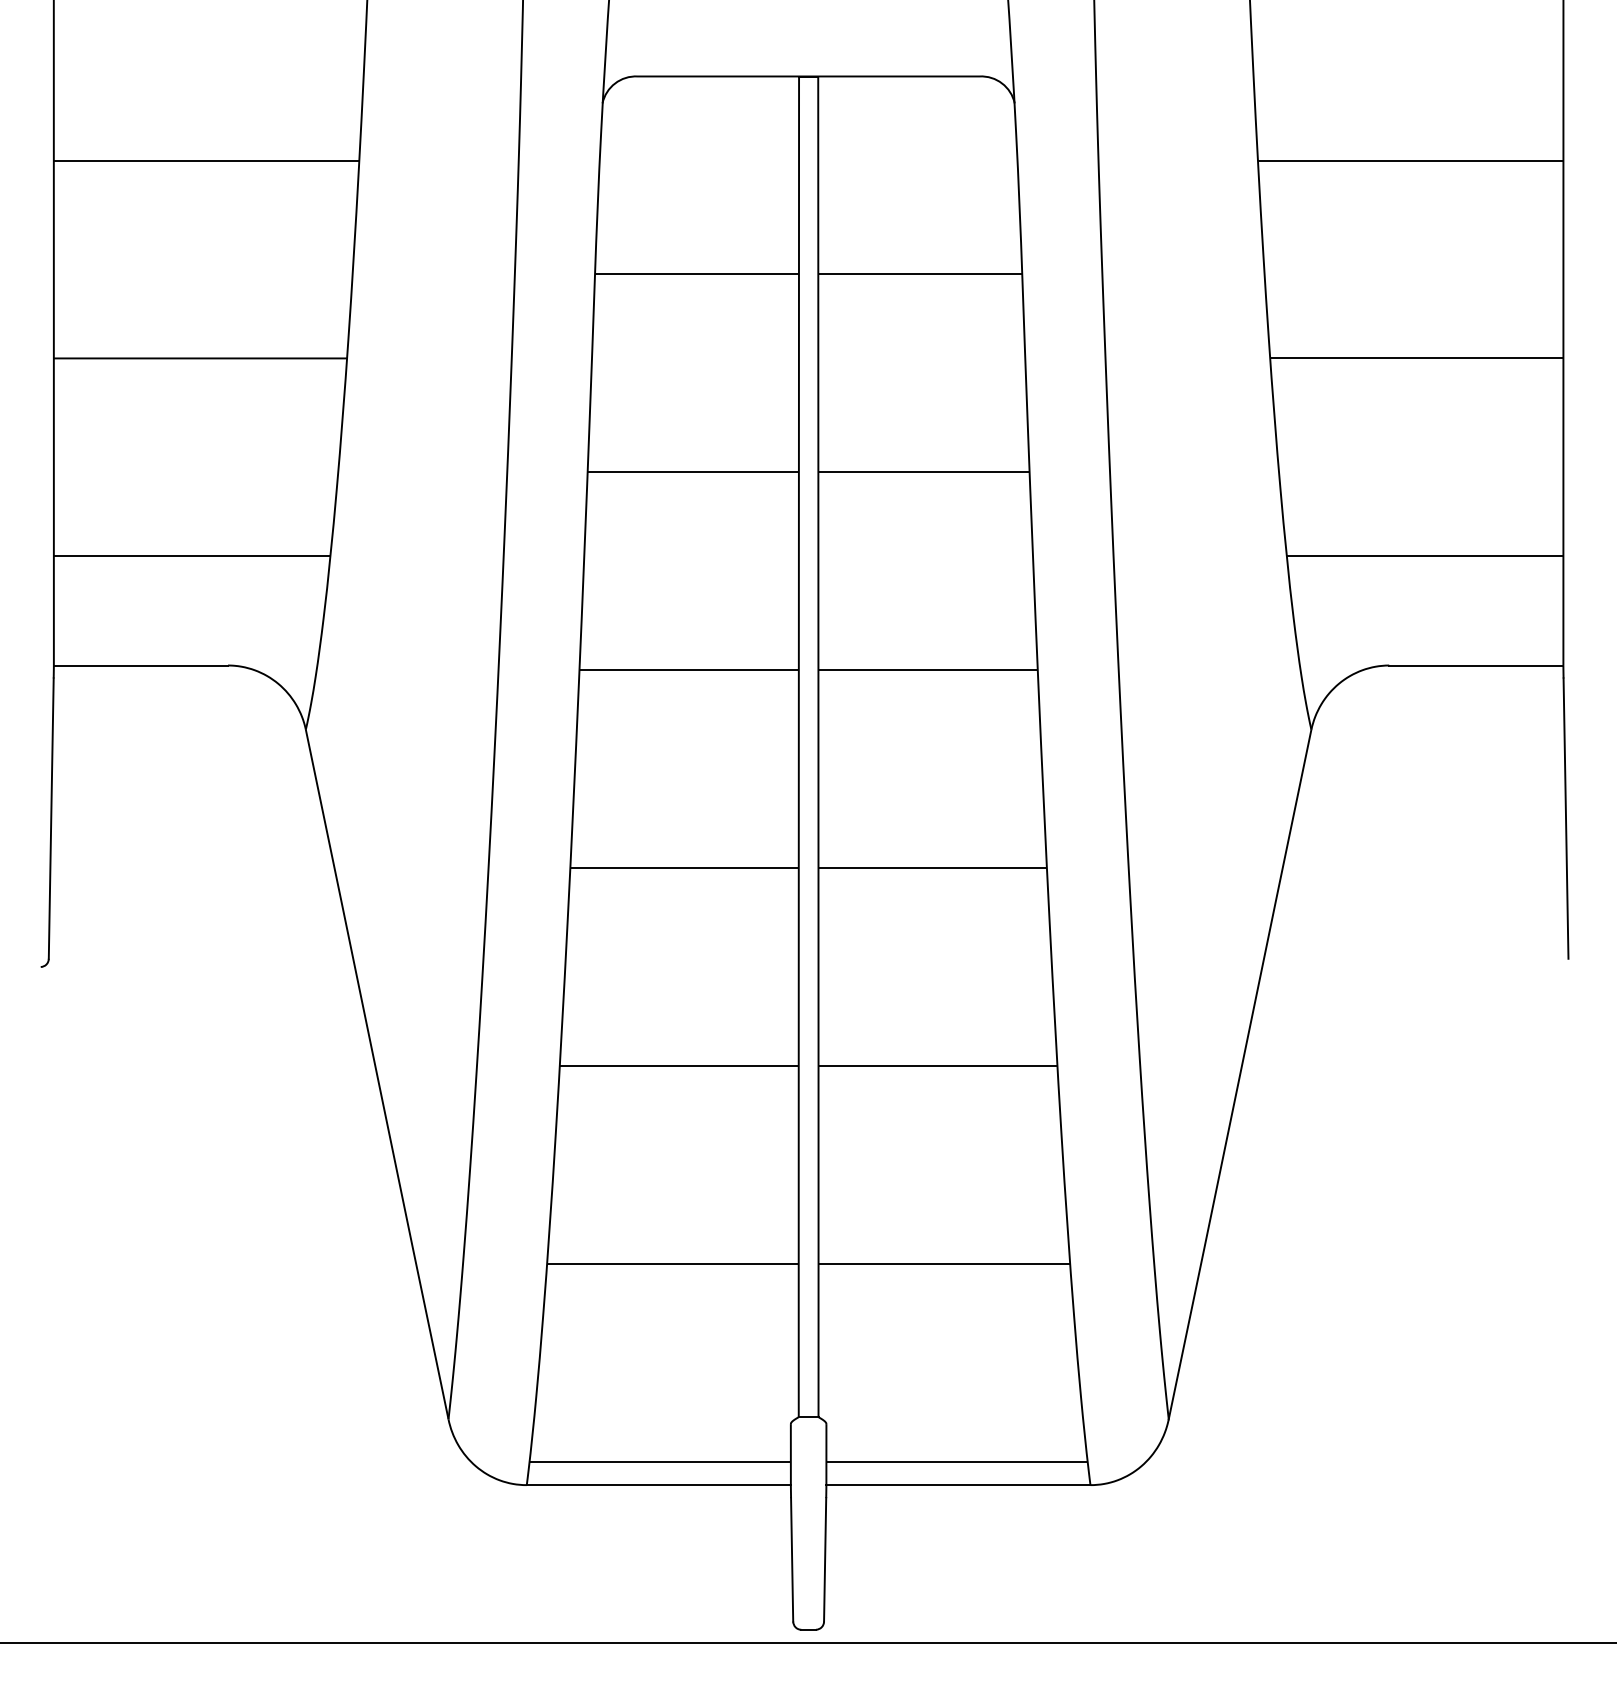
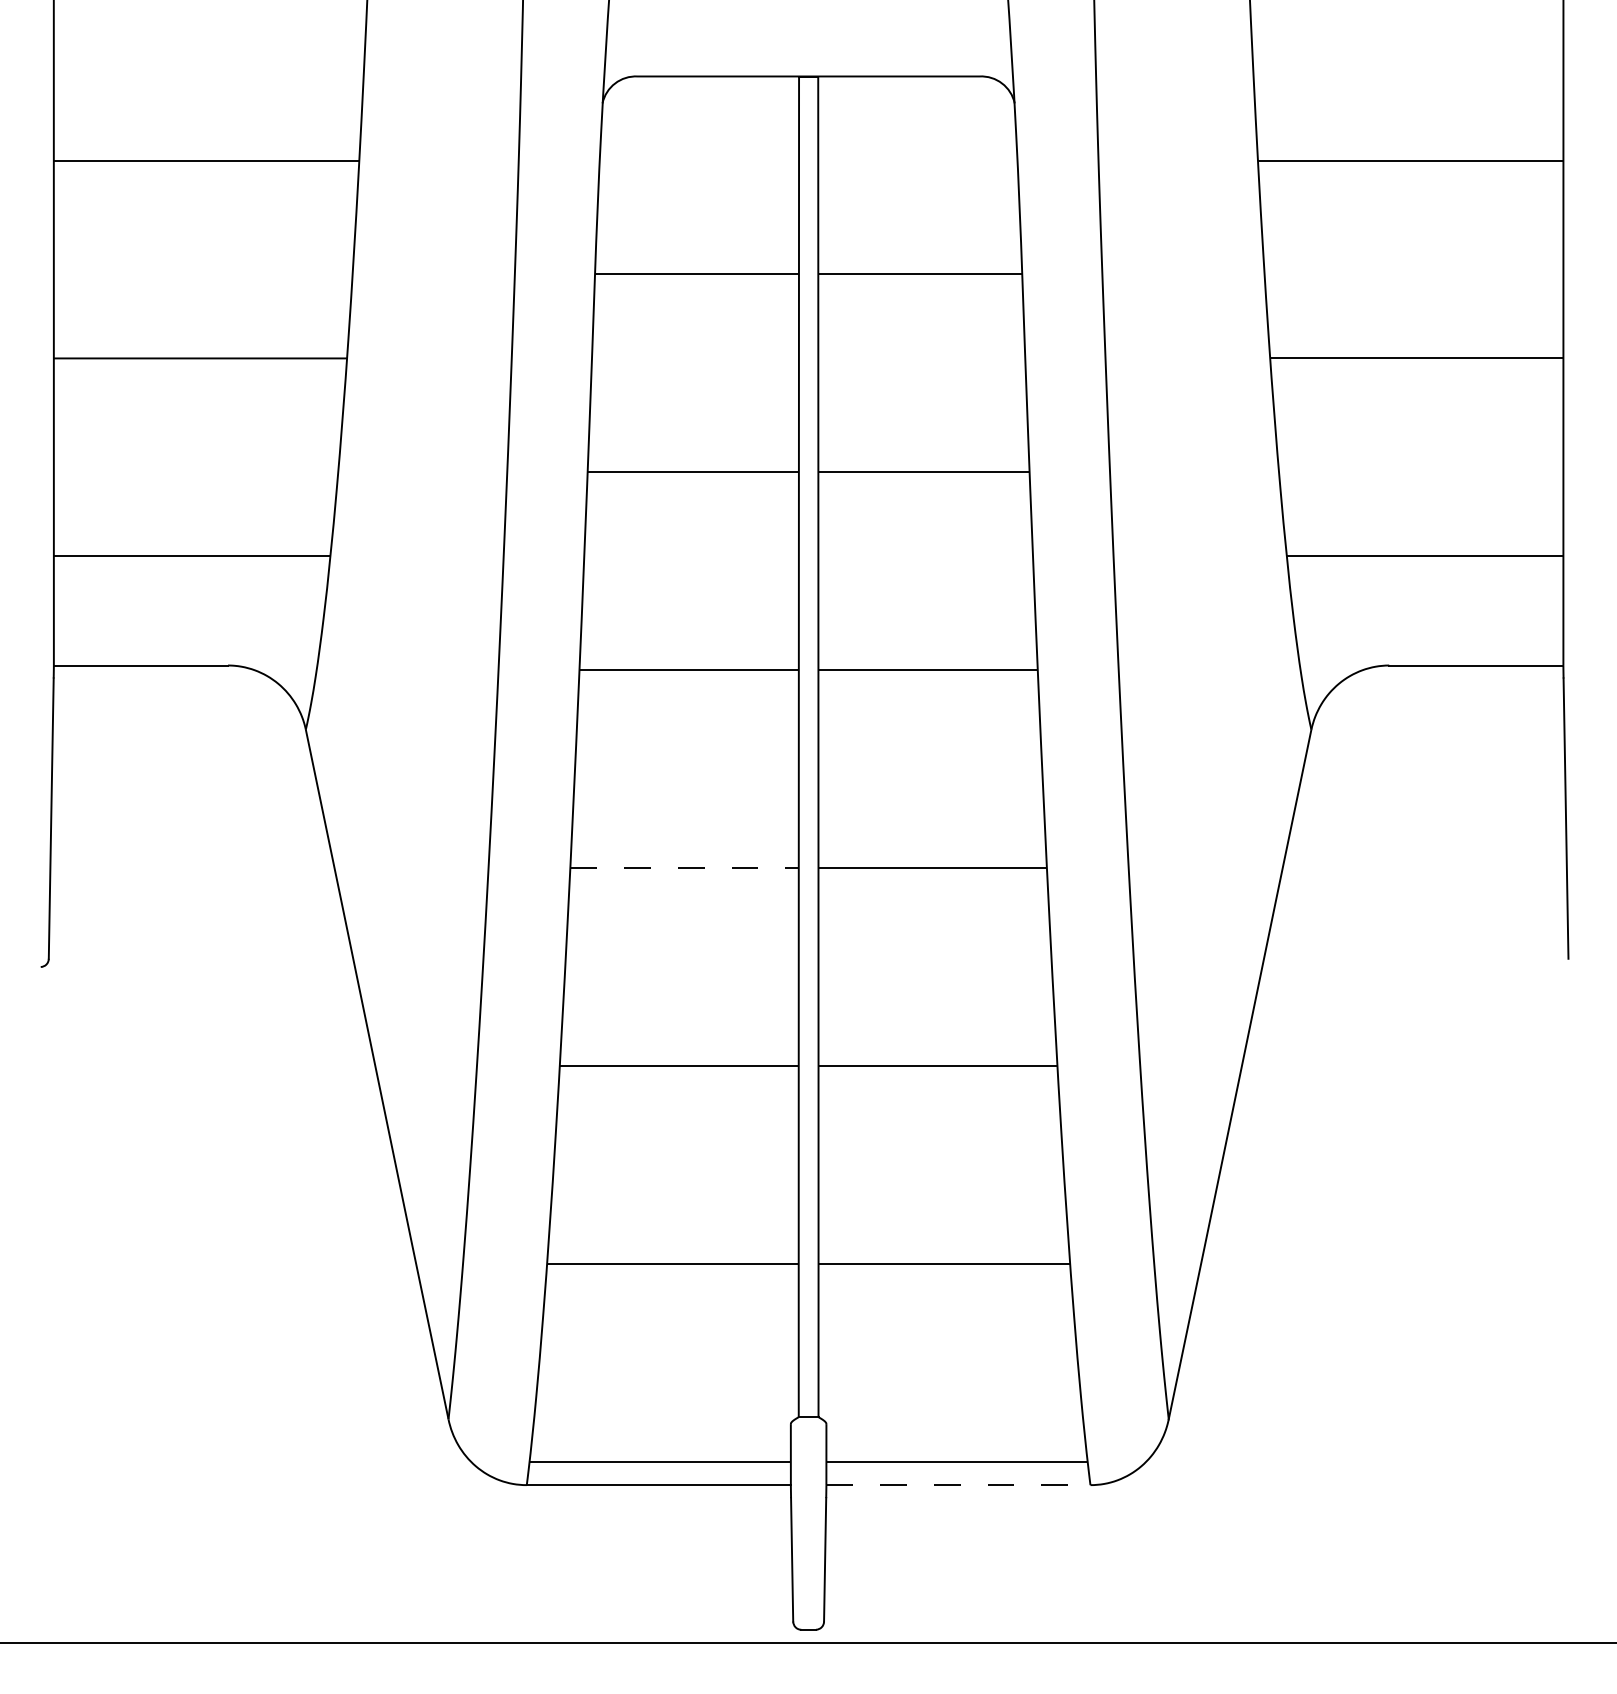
line at (685, 868): solid -> dashed
line at (958, 1485): solid -> dashed
